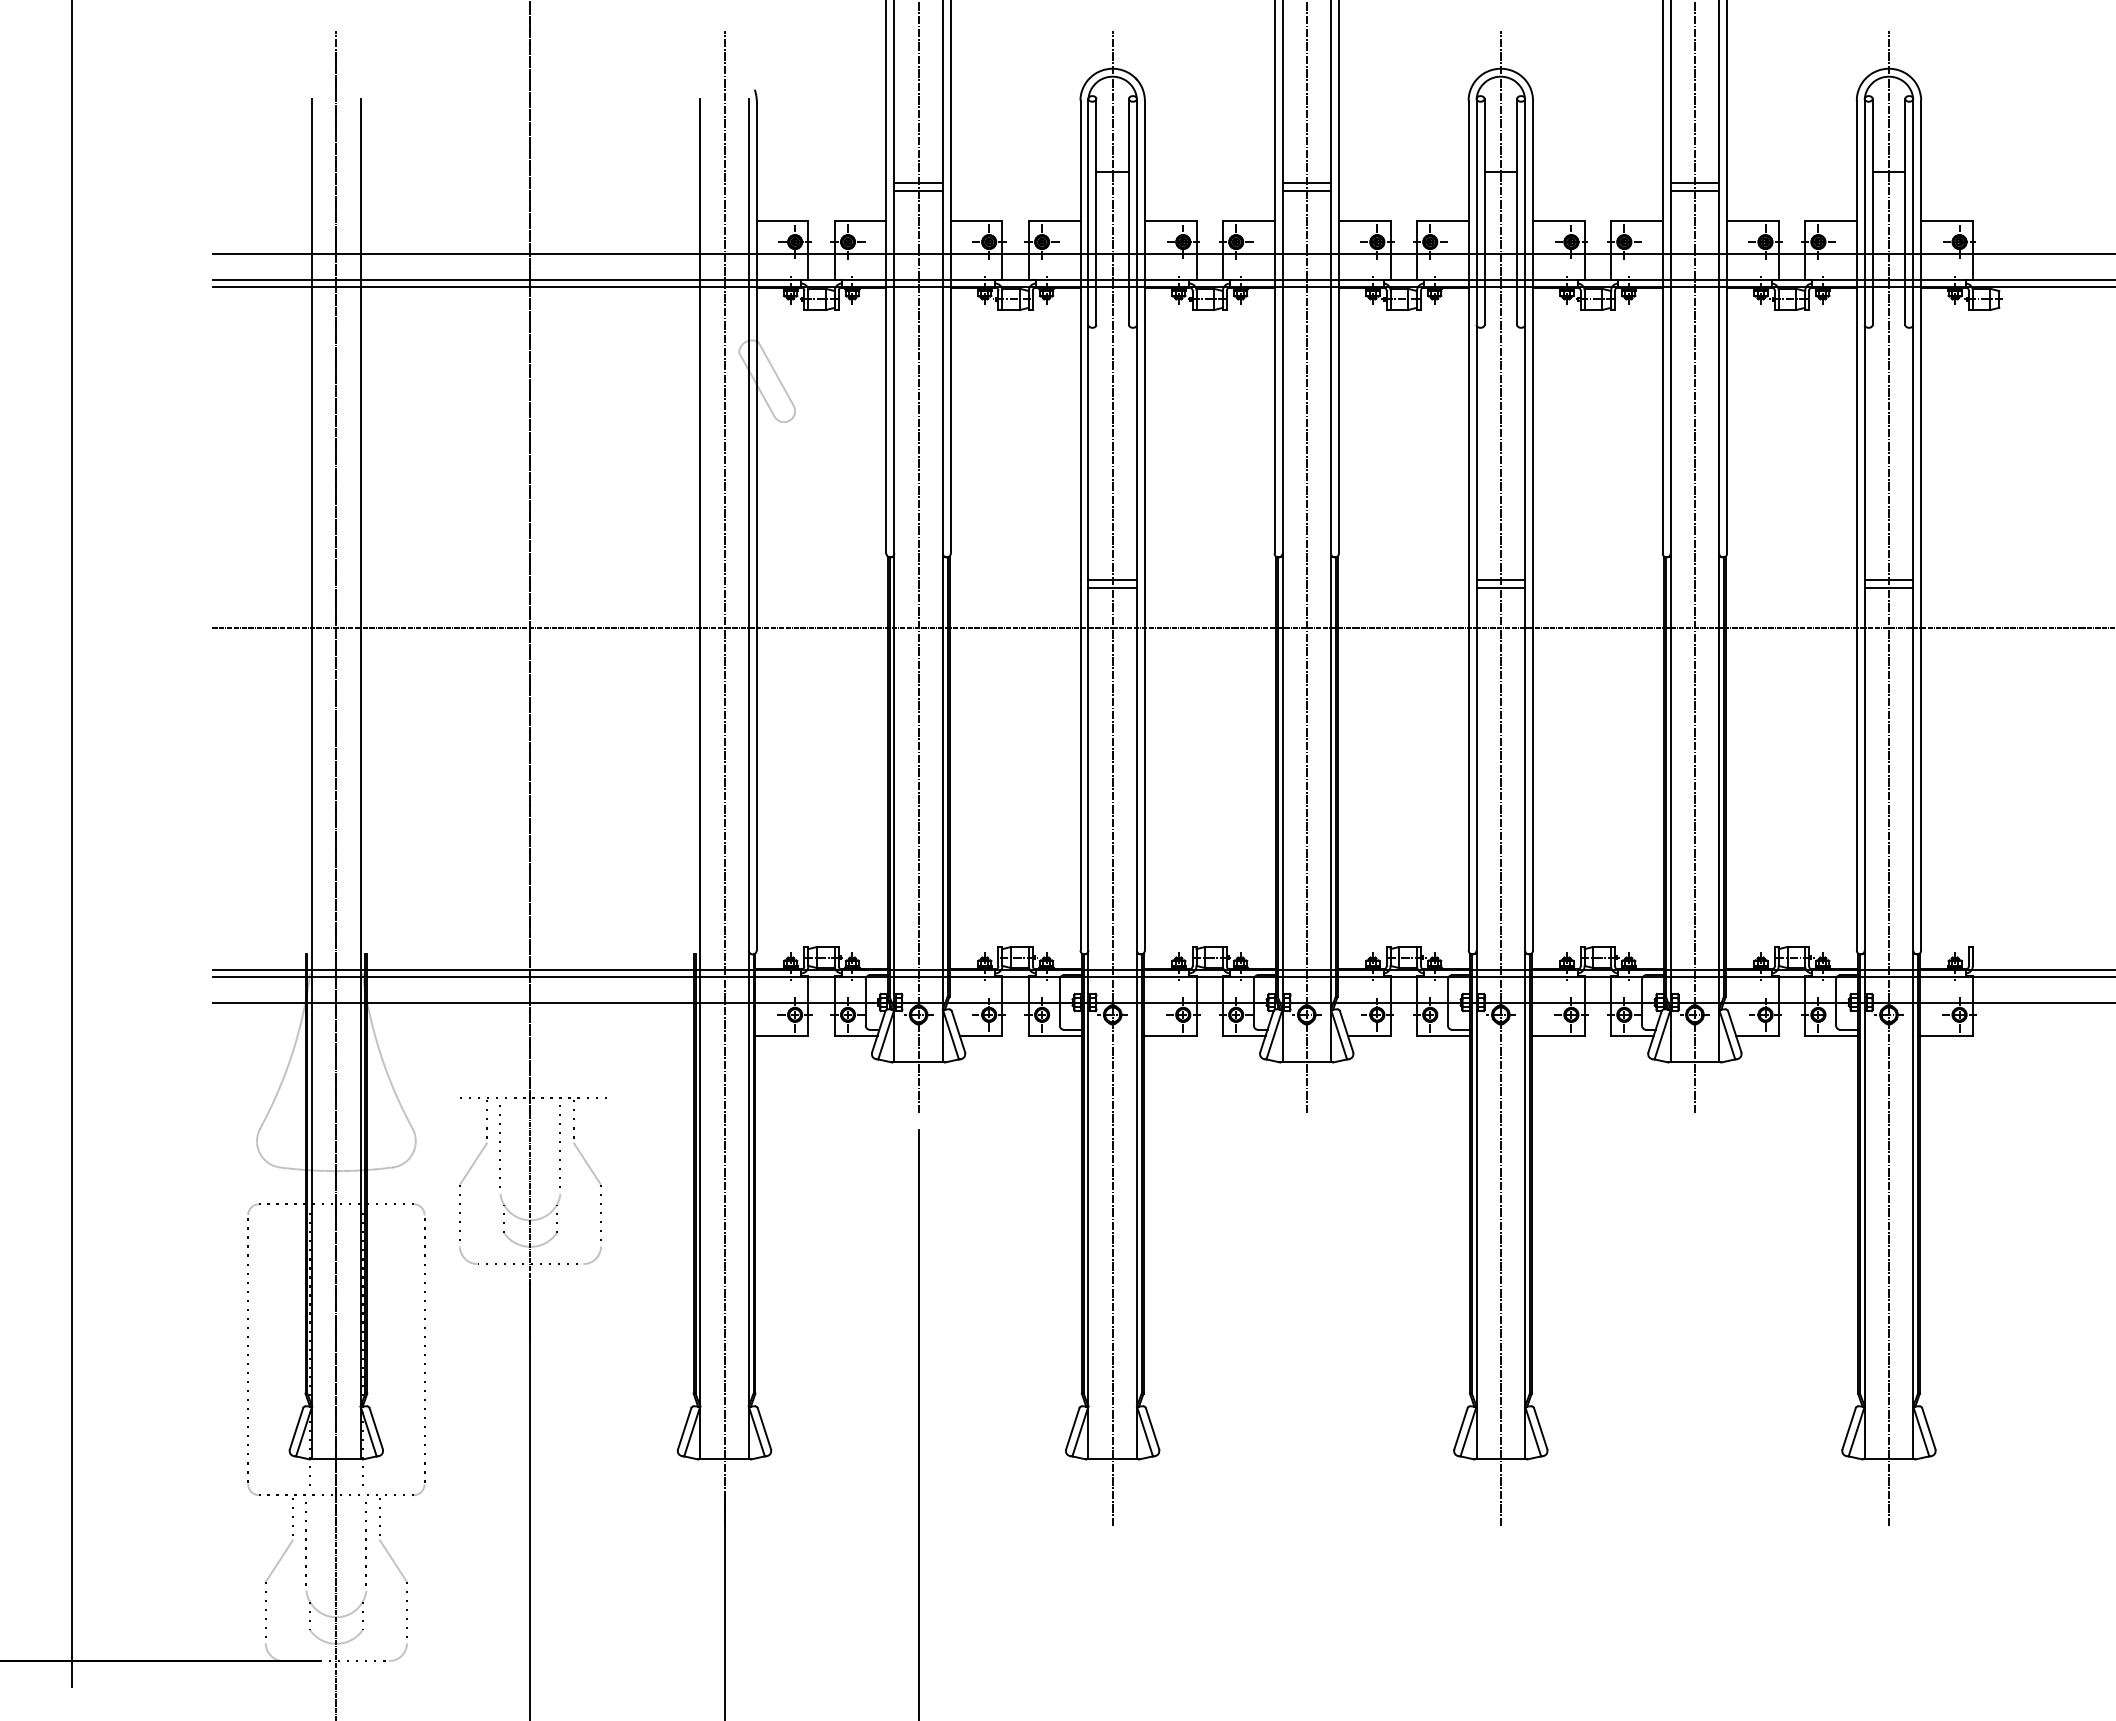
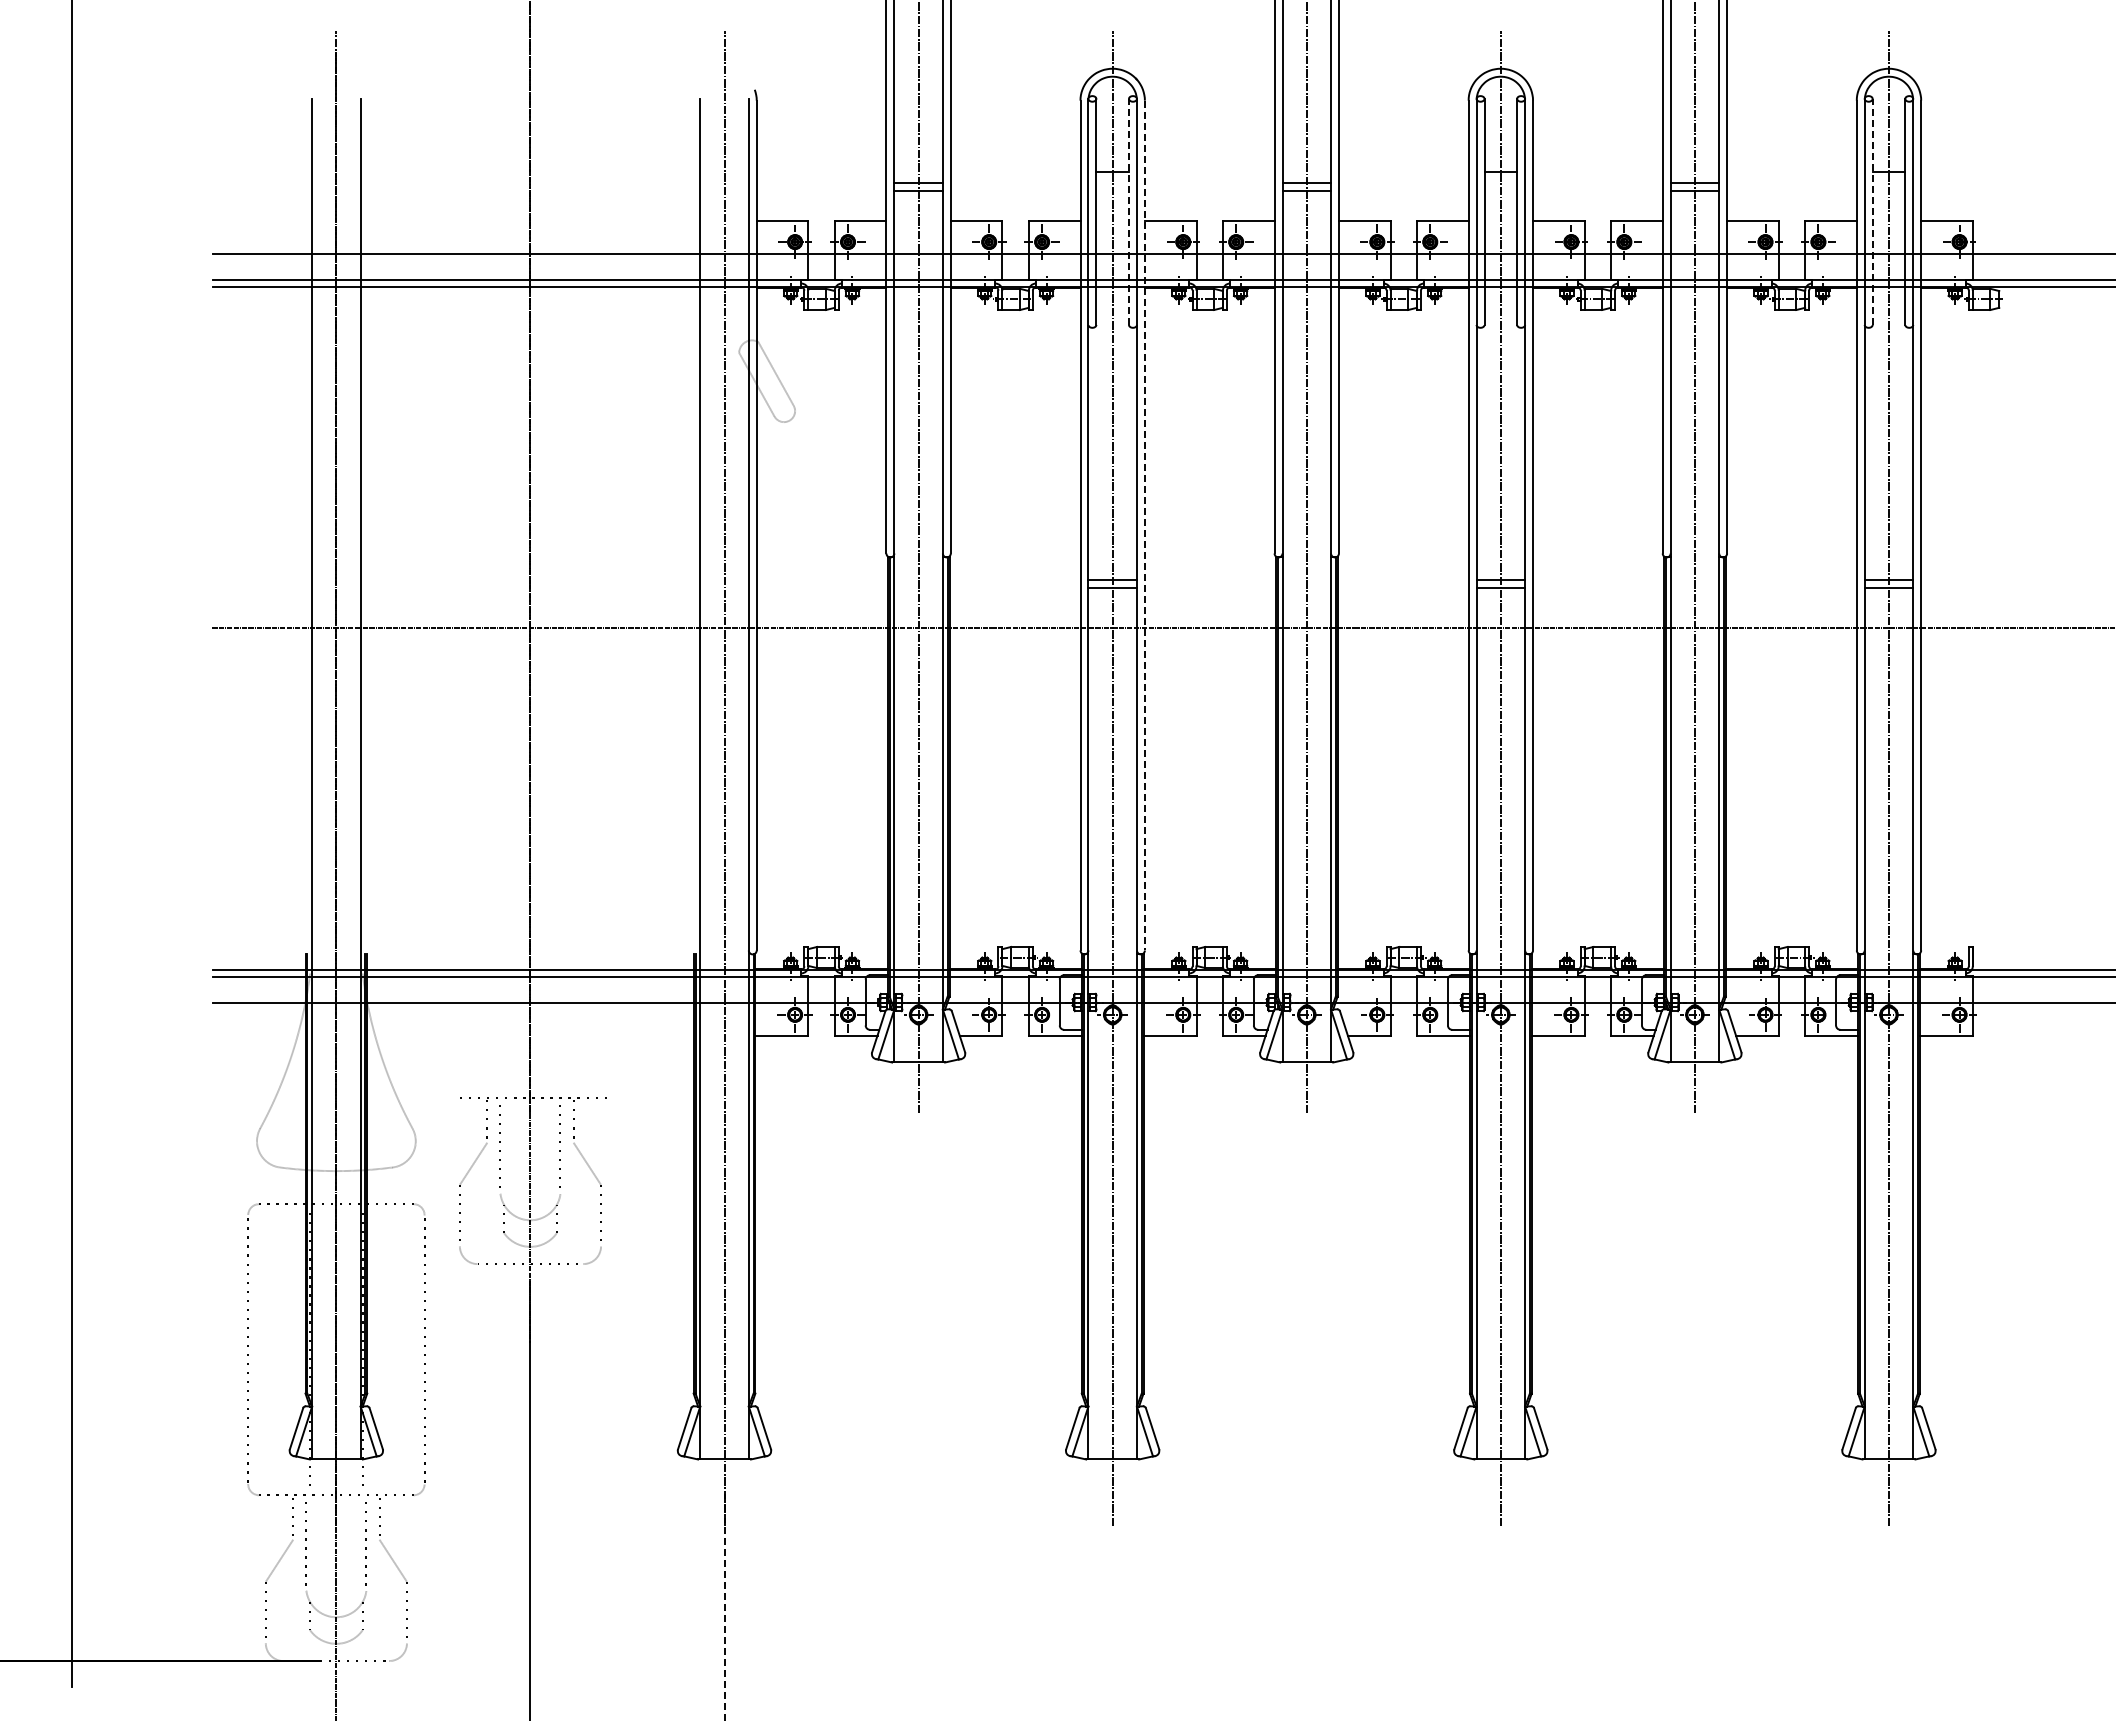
line at (1129, 211): solid -> dashed
line at (1872, 211): solid -> dashed
line at (1144, 525): solid -> dashed
line at (918, 1423): present -> none
line at (724, 1607): solid -> dashed
